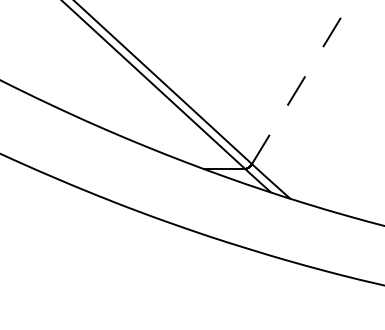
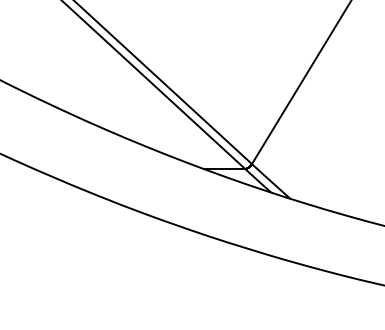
line at (301, 82): dashed -> solid
